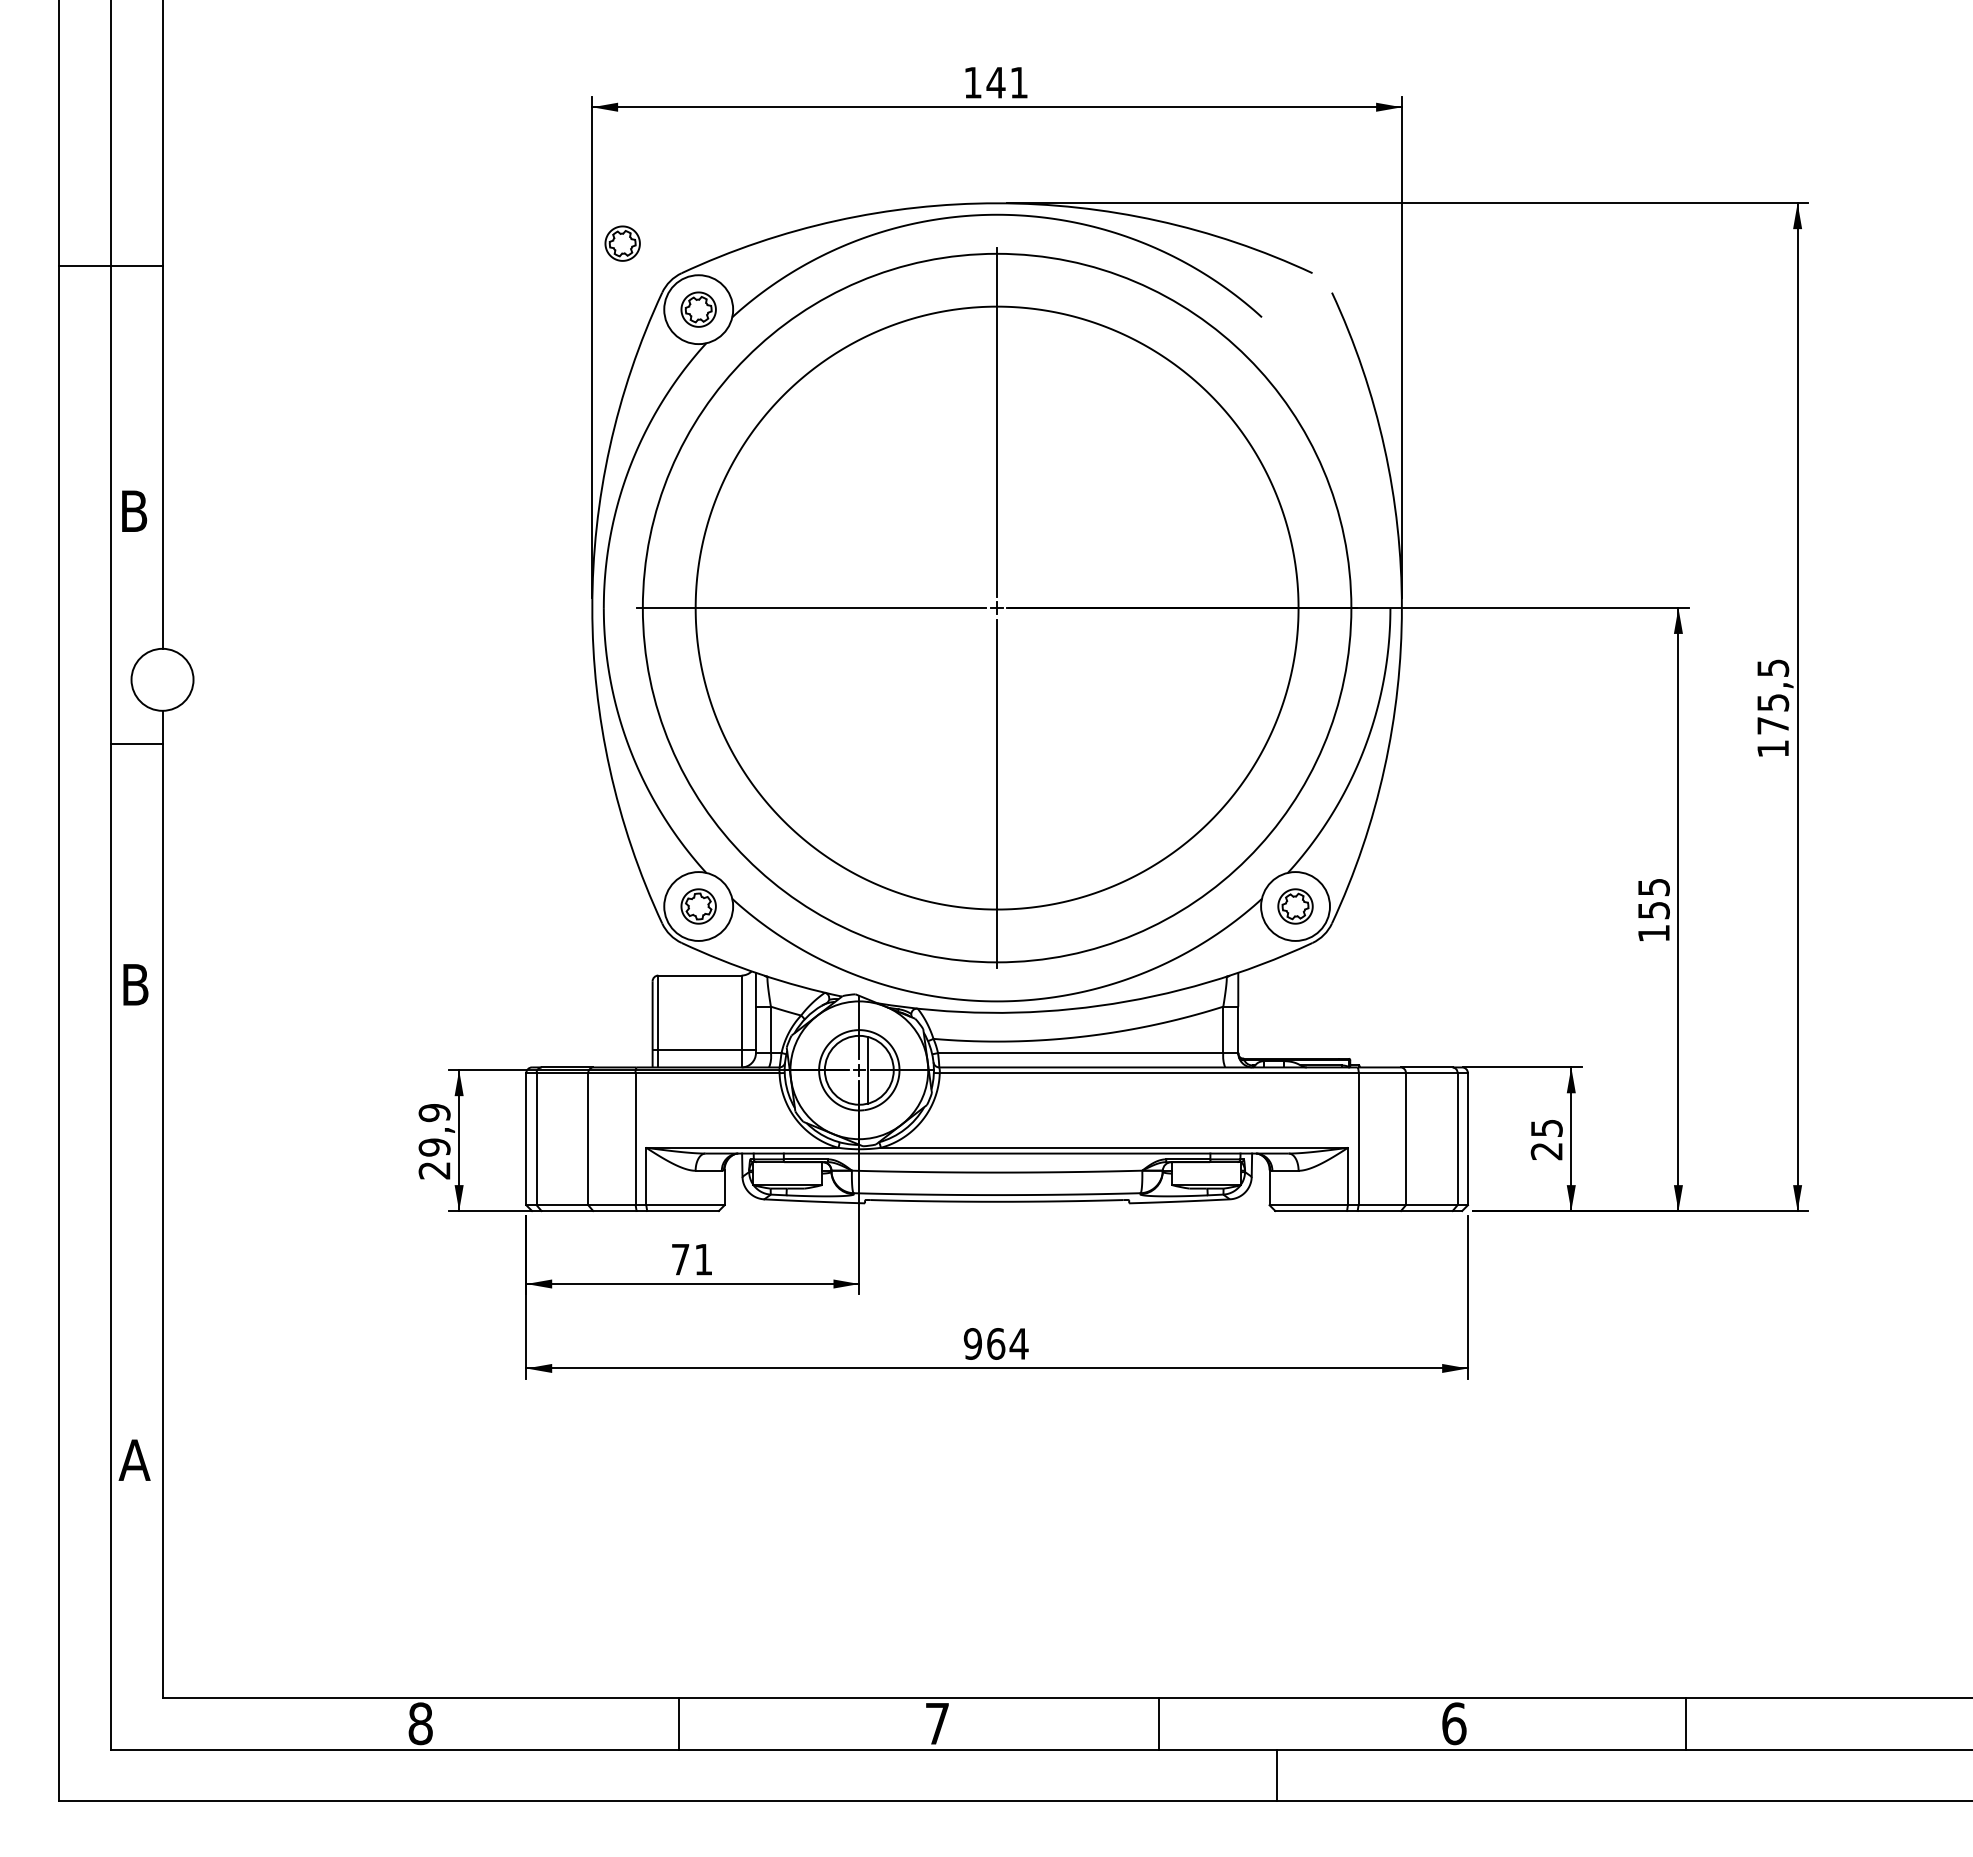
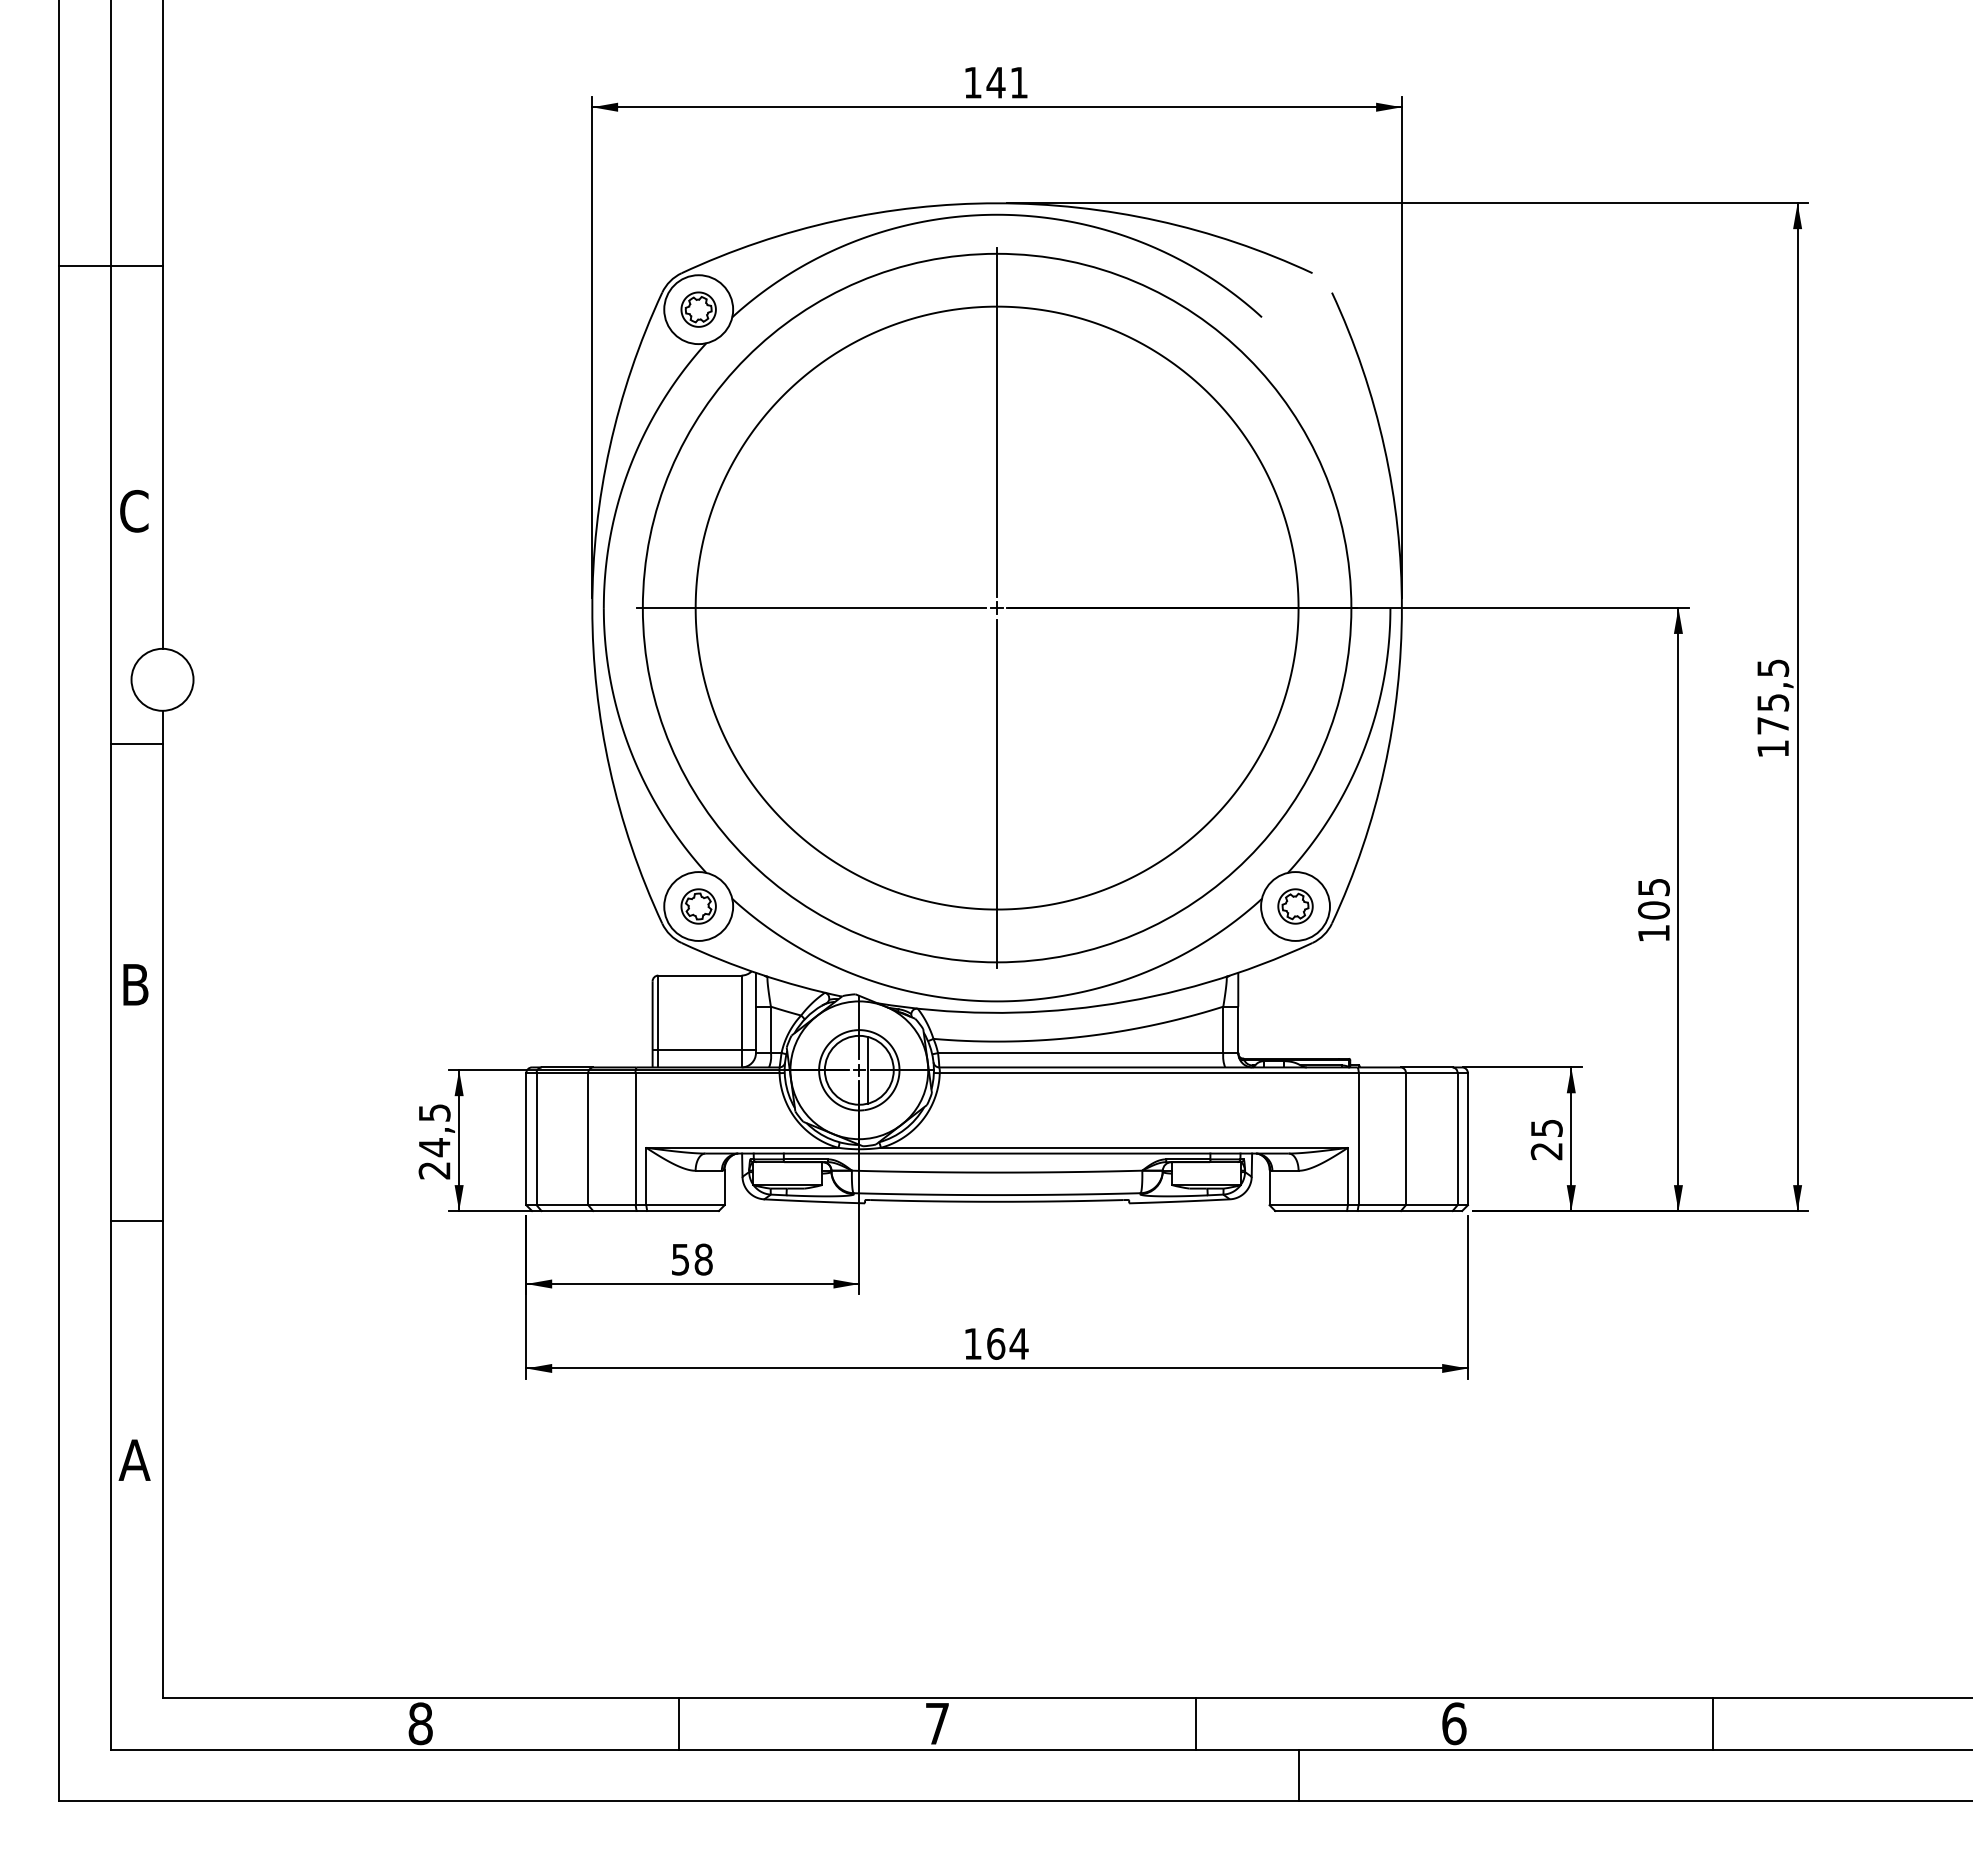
part at (622, 243): present -> none
text at (134, 510): B -> C
text at (1653, 910): 155 -> 105
text at (434, 1130): 29,9 -> 24,5
line at (136, 1220): none -> present
text at (692, 1259): 71 -> 58
text at (972, 1343): 964 -> 164
line at (1159, 1723) position: (1159, 1723) -> (1196, 1723)
line at (1685, 1723) position: (1685, 1723) -> (1712, 1723)
line at (1277, 1775) position: (1277, 1775) -> (1299, 1775)
